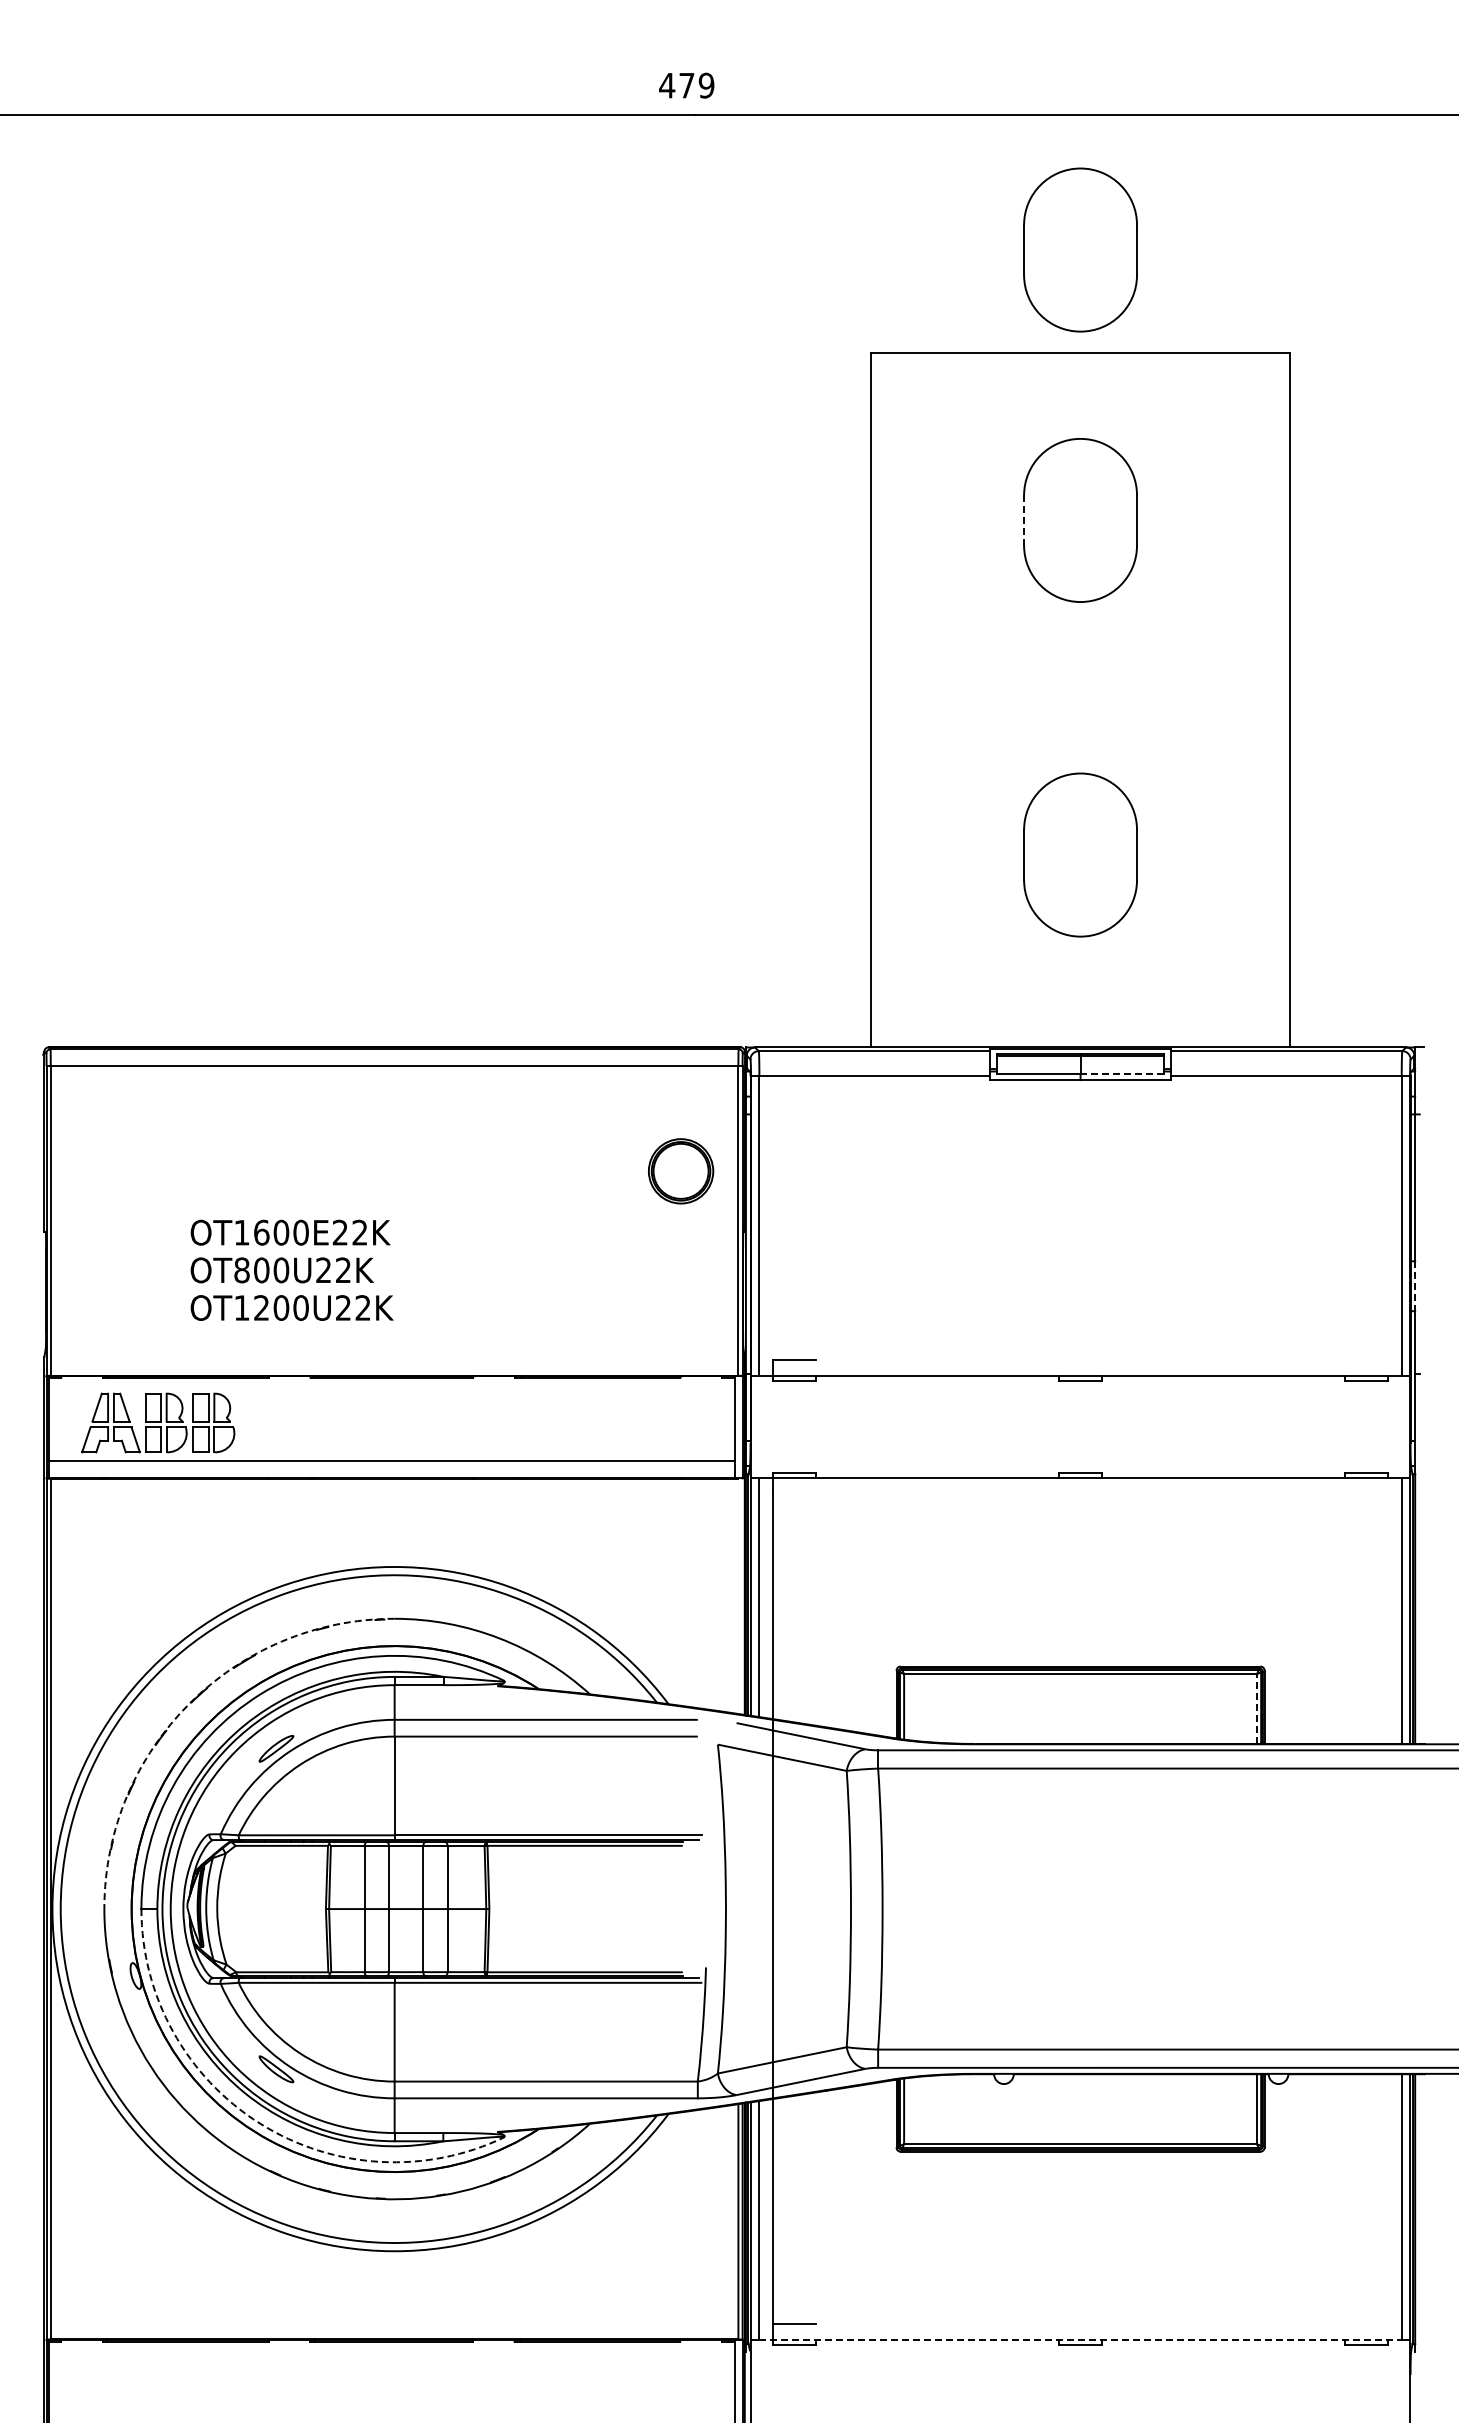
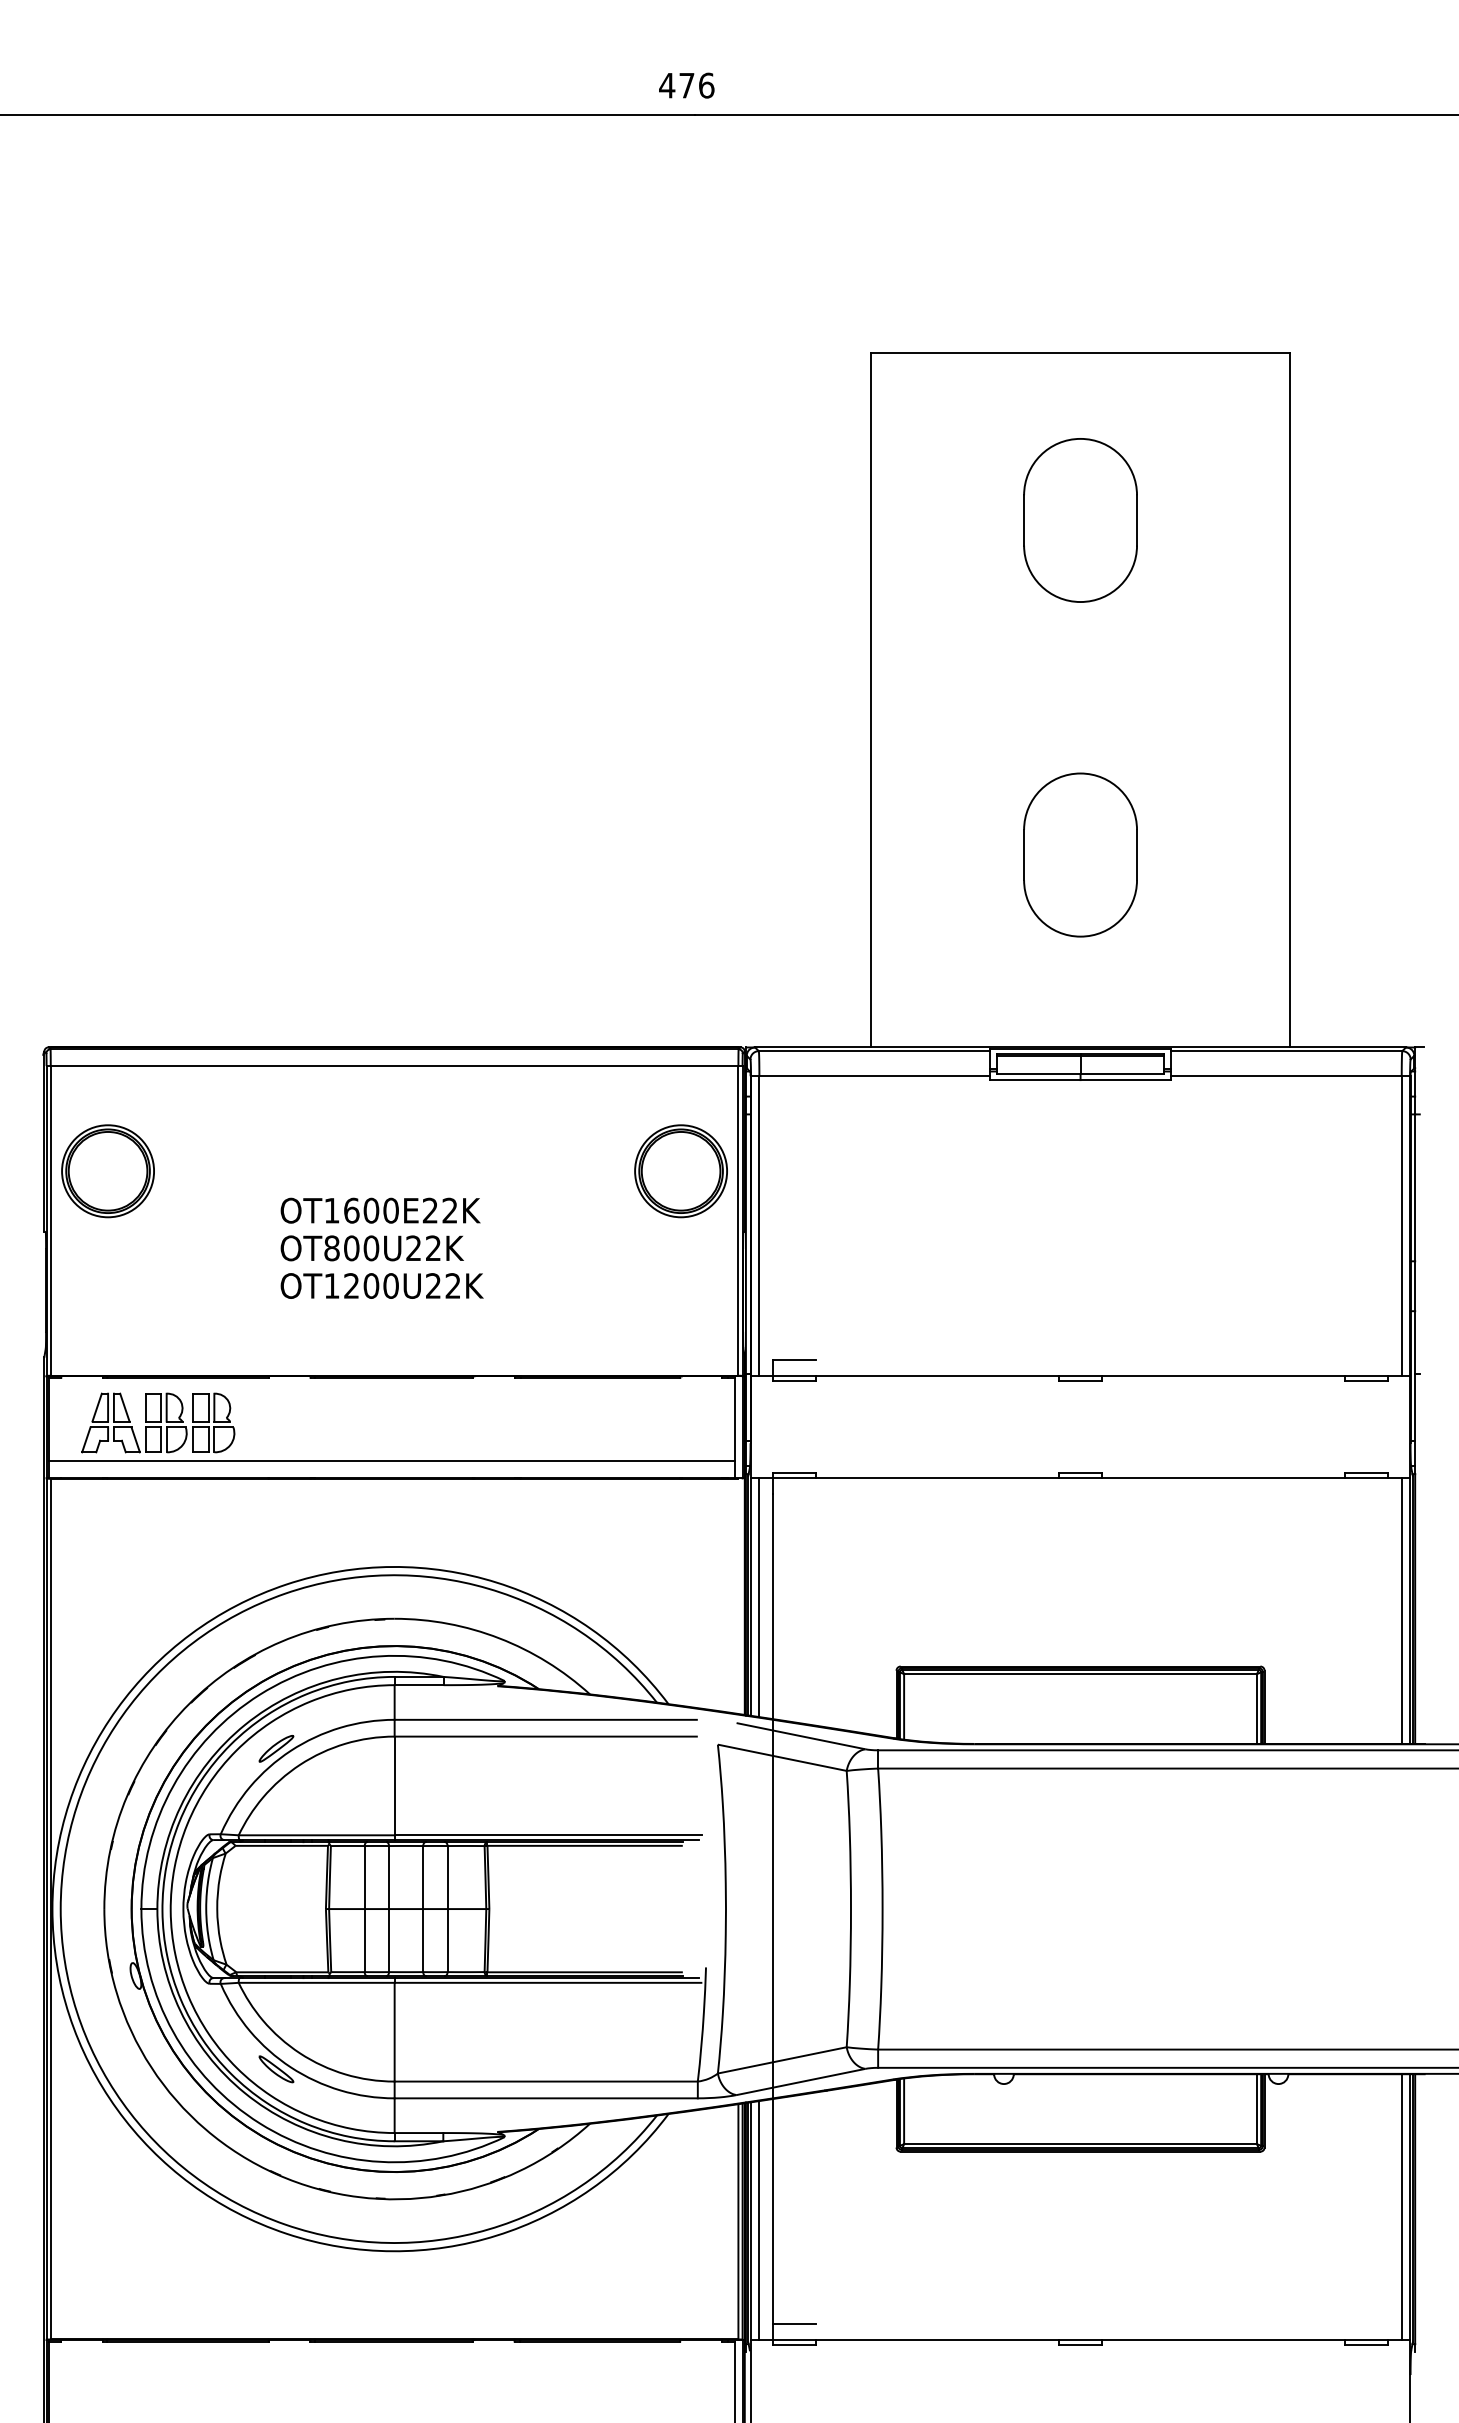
text at (706, 85): 479 -> 476
part at (1080, 249): present -> none
line at (1024, 519): dashed -> solid
line at (1122, 1074): dashed -> solid
part at (107, 1171): none -> present
part at (681, 1171) size: 67x67 px -> 94x95 px
text at (291, 1269) position: (291, 1269) -> (381, 1247)
line at (1415, 1286): dashed -> solid
arc at (189, 1703): dashed -> solid
line at (1256, 1709): dashed -> solid
arc at (260, 2123): dashed -> solid
line at (1081, 2339): dashed -> solid
